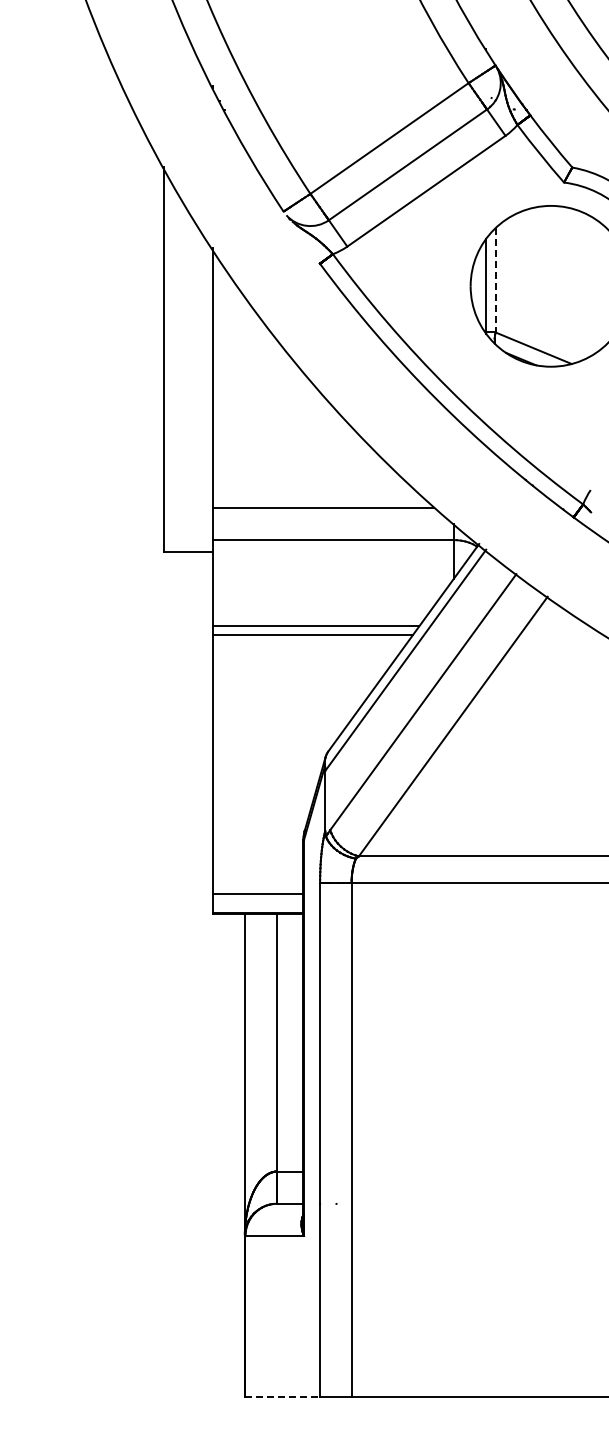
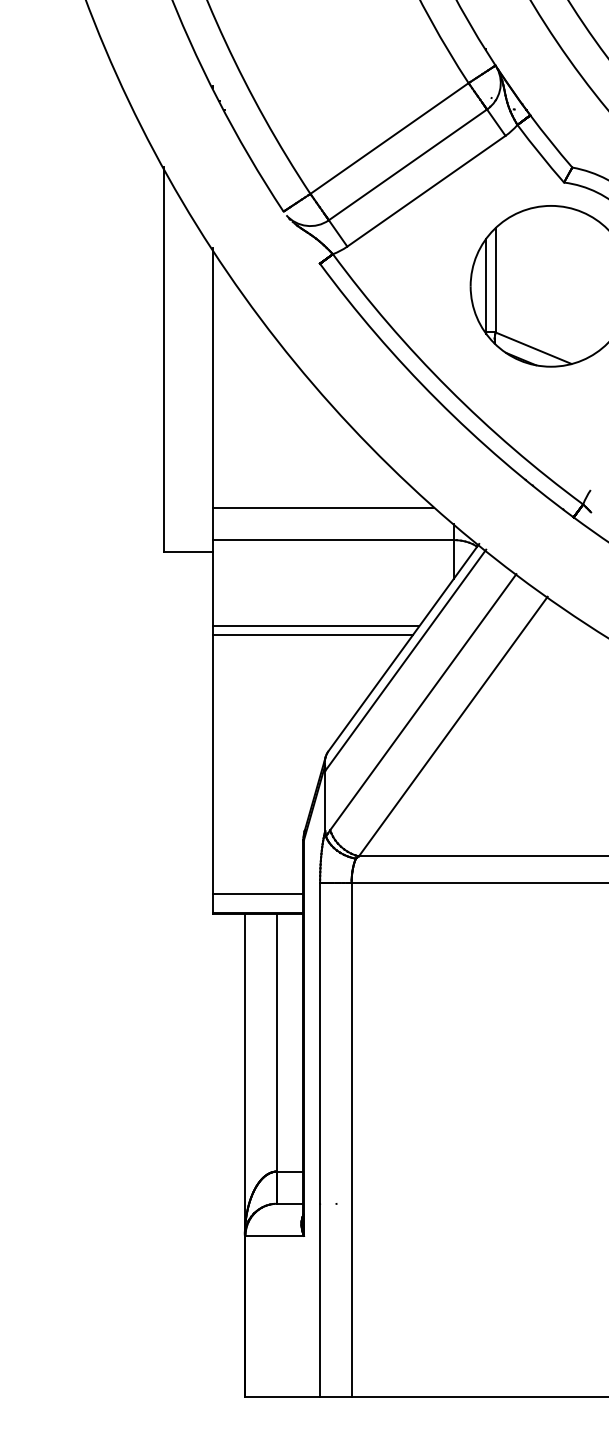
line at (495, 280): dashed -> solid
line at (283, 1396): dashed -> solid
